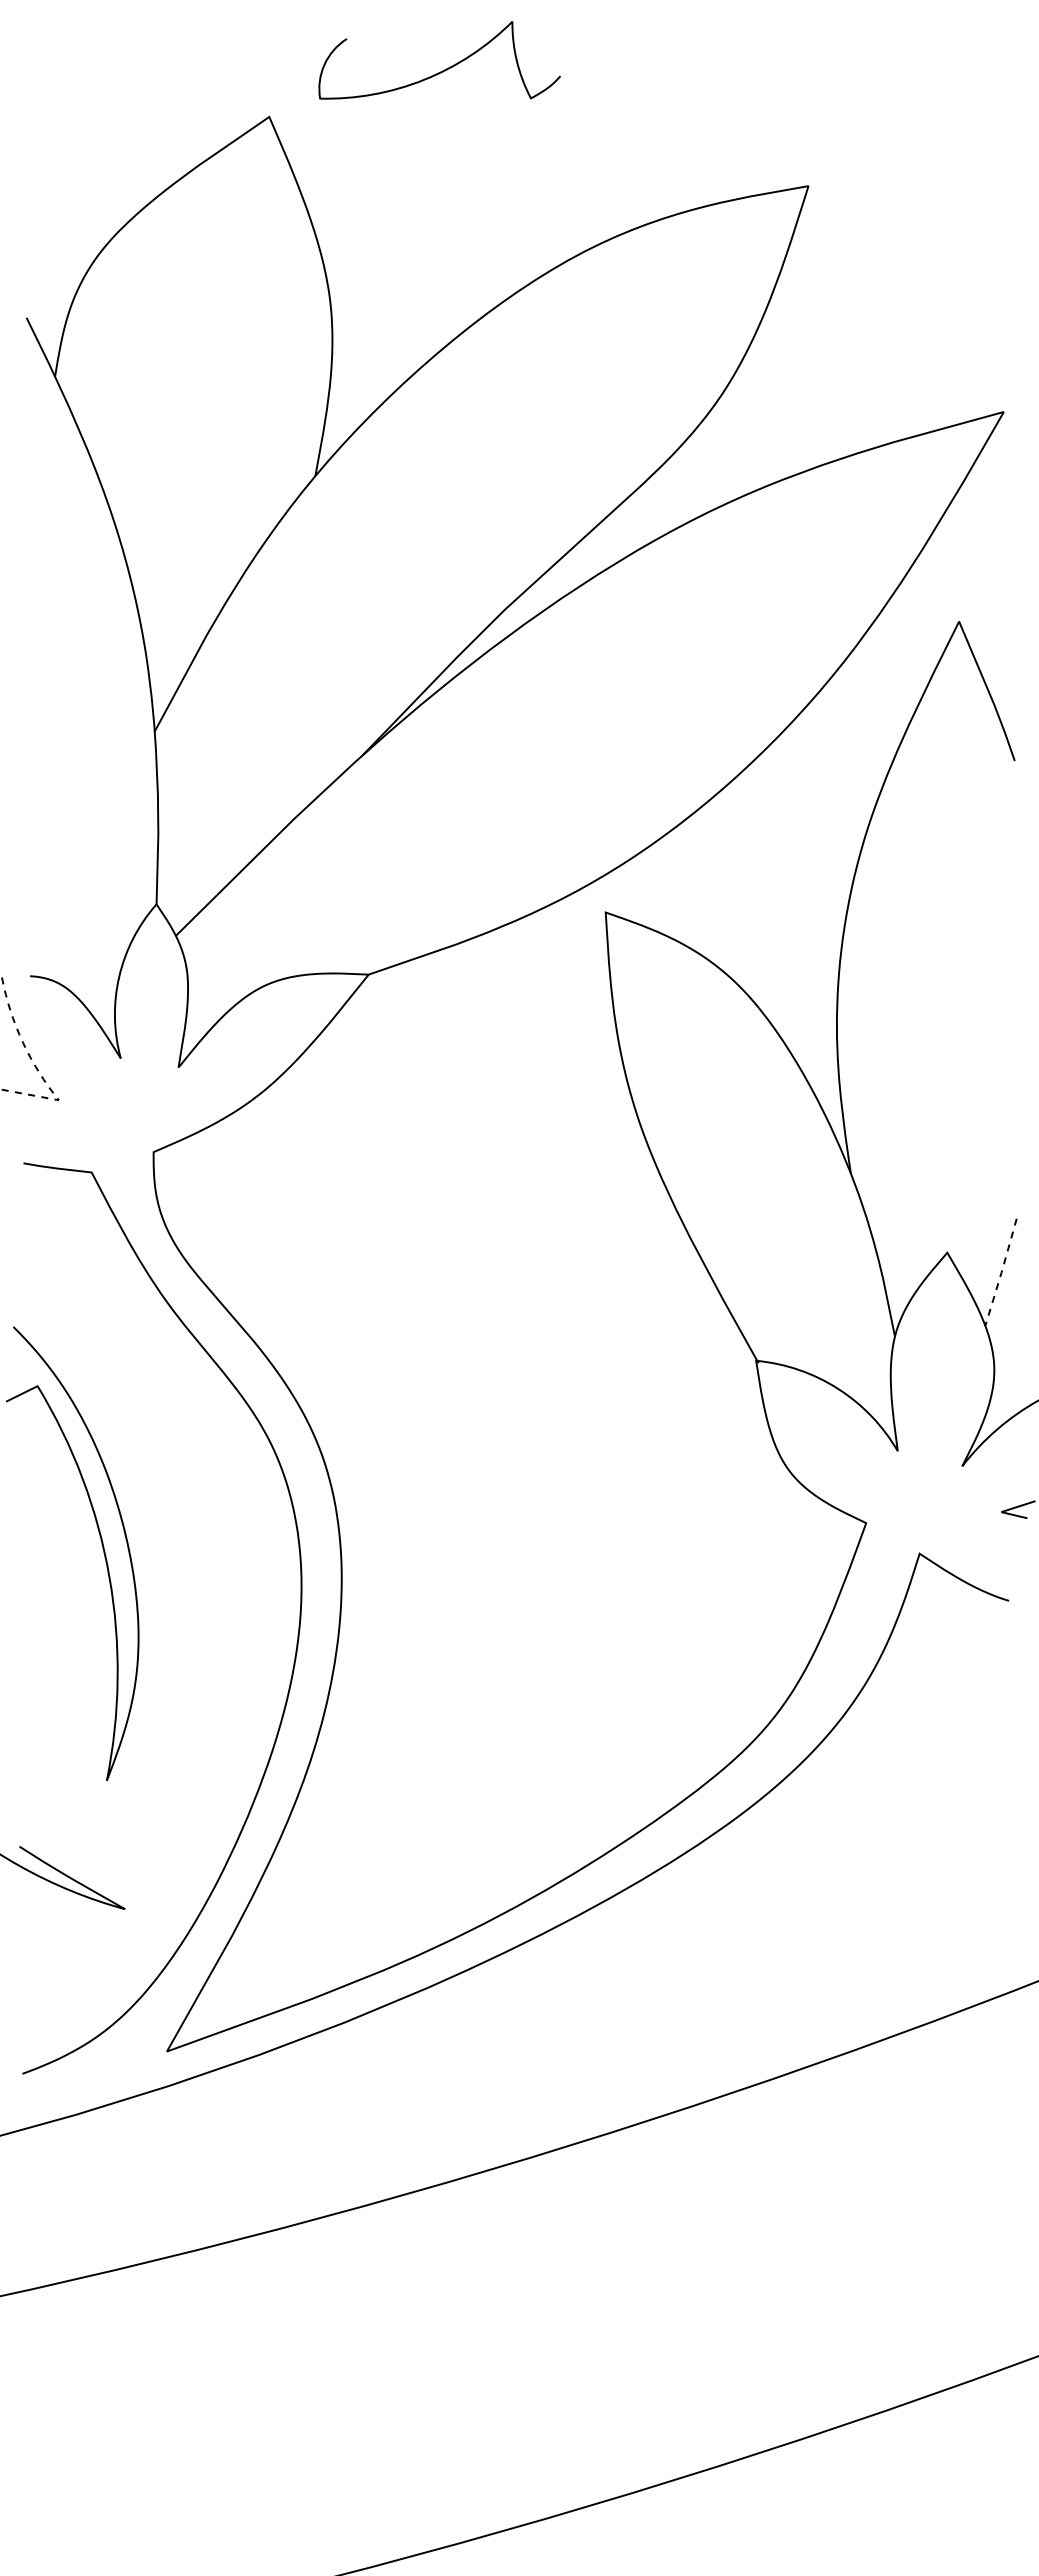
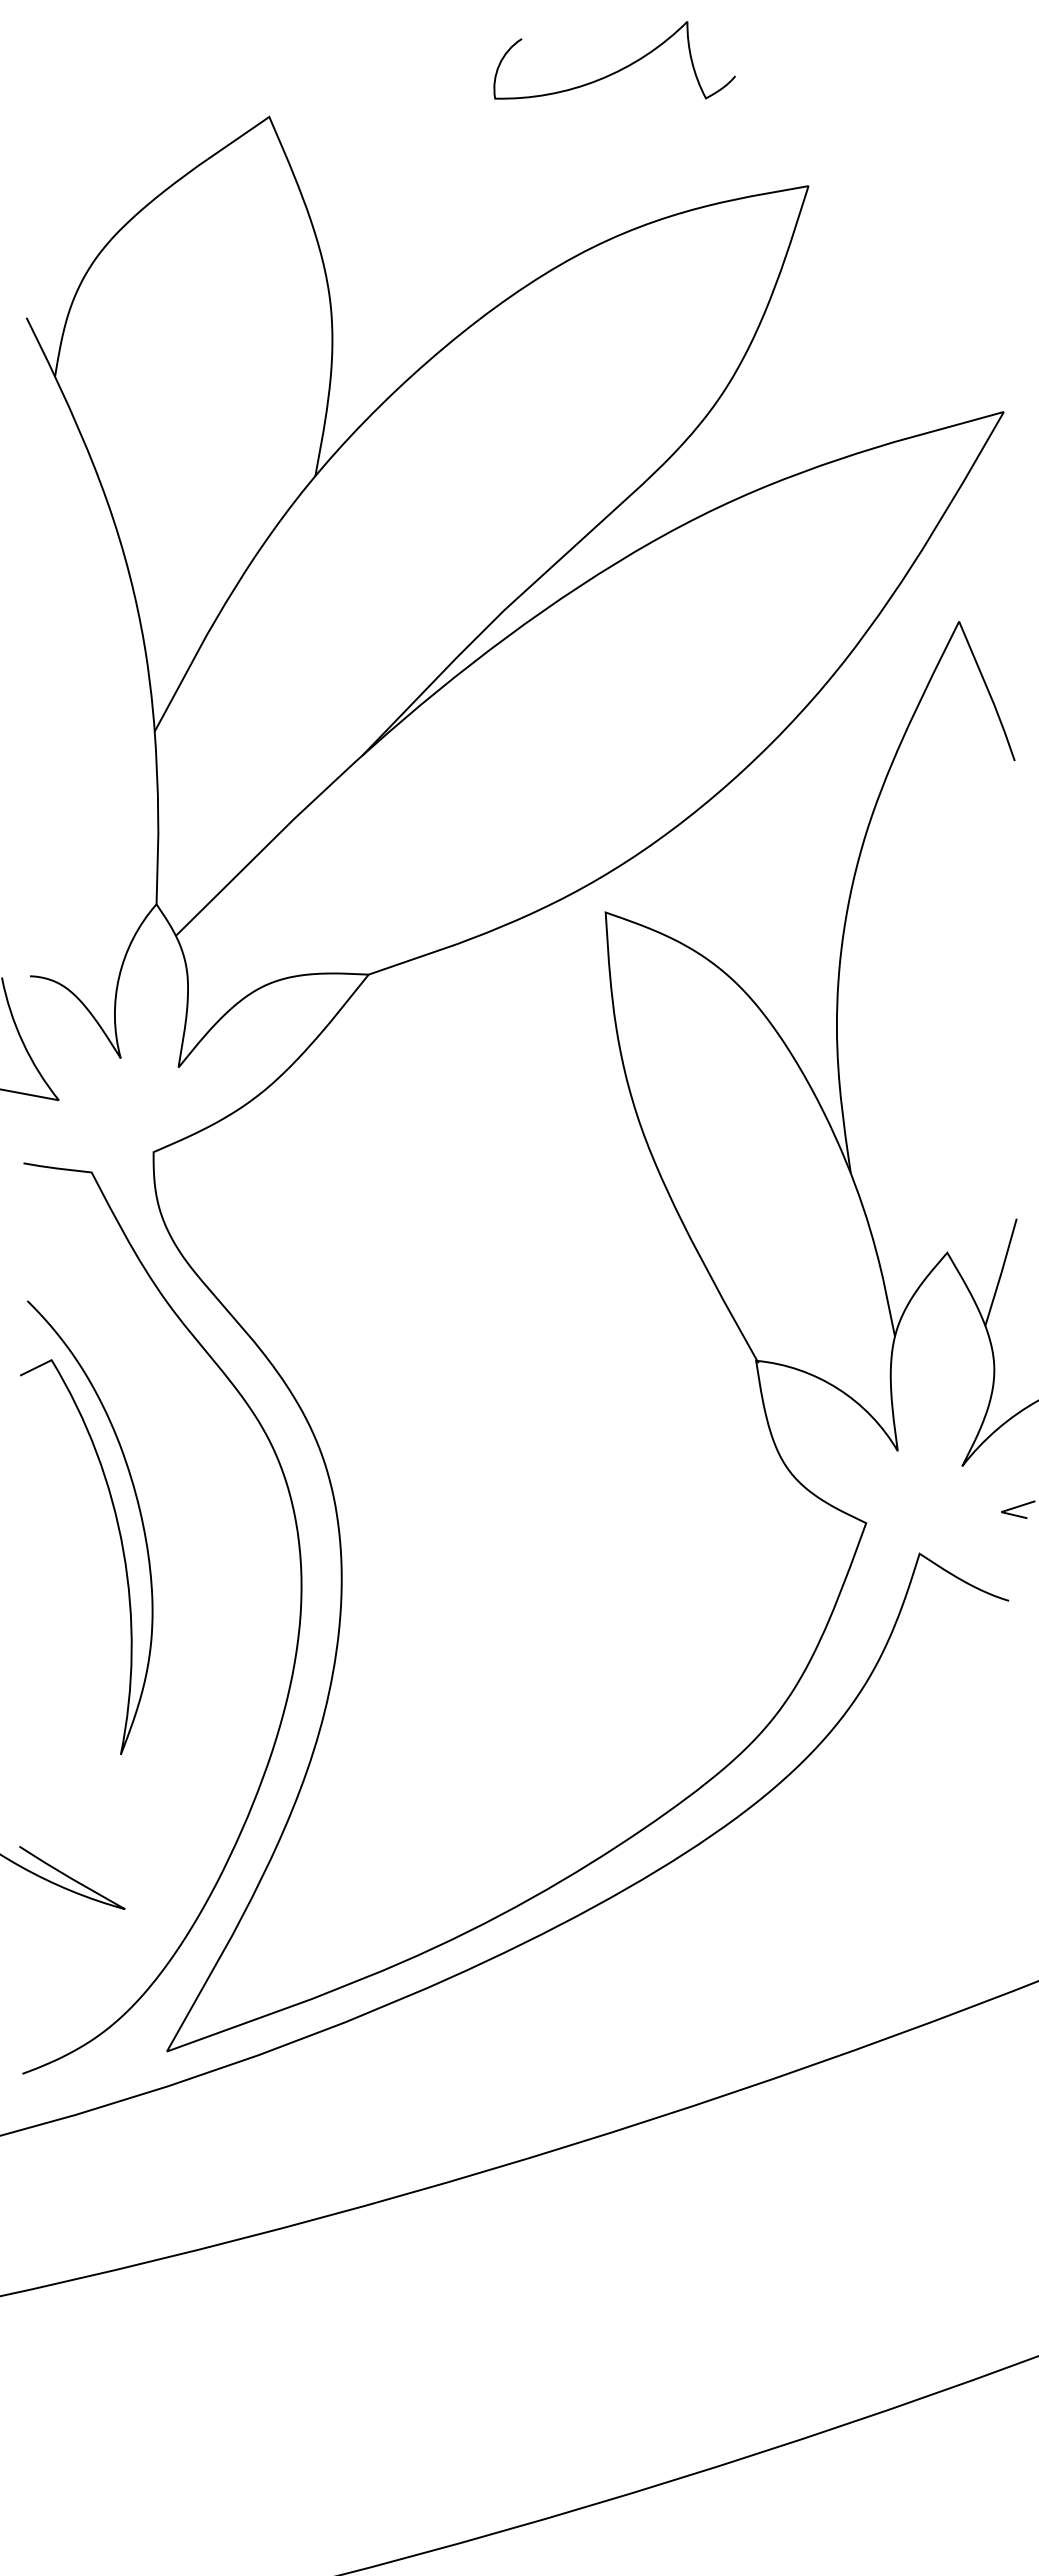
curve at (444, 69) position: (444, 69) -> (619, 69)
line at (35, 1066): dashed -> solid
line at (1001, 1272): dashed -> solid
curve at (102, 1549) position: (102, 1549) -> (116, 1523)
